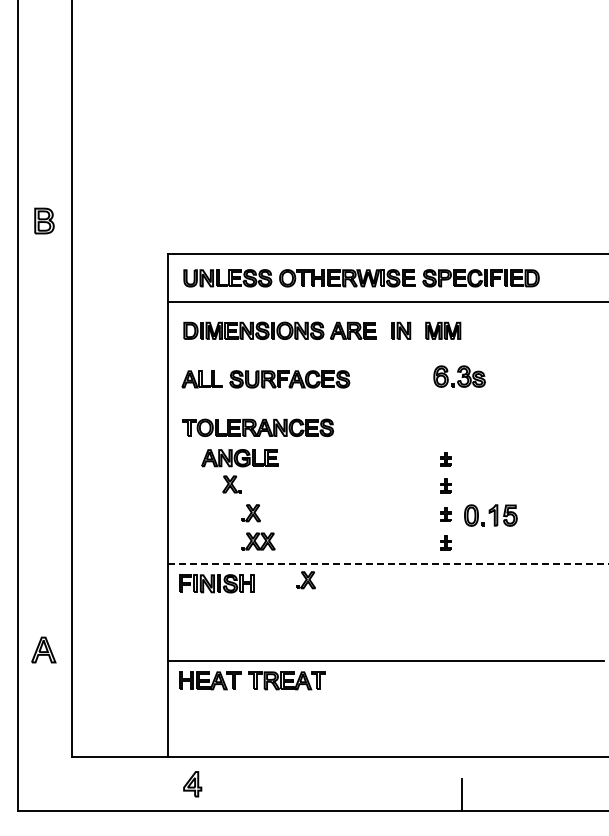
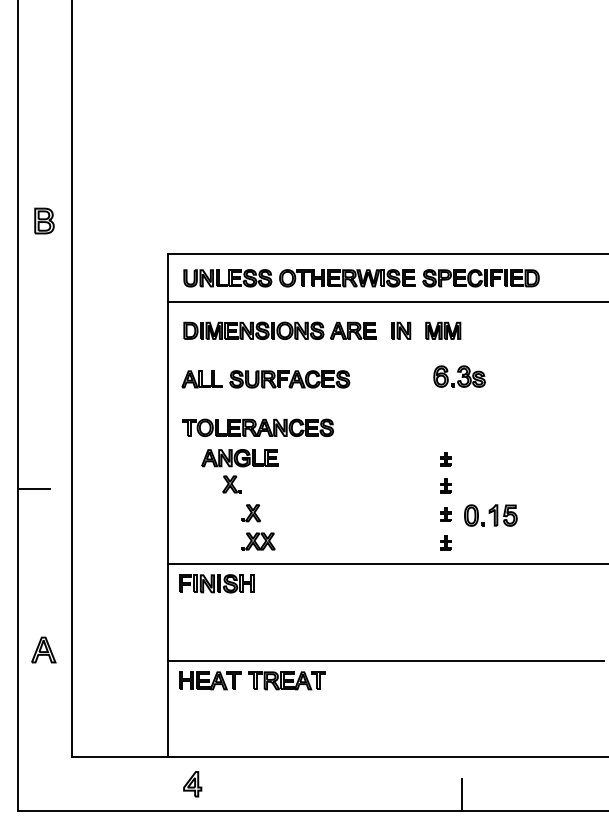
line at (34, 489): none -> present
line at (388, 563): dashed -> solid
part at (305, 580): present -> none
